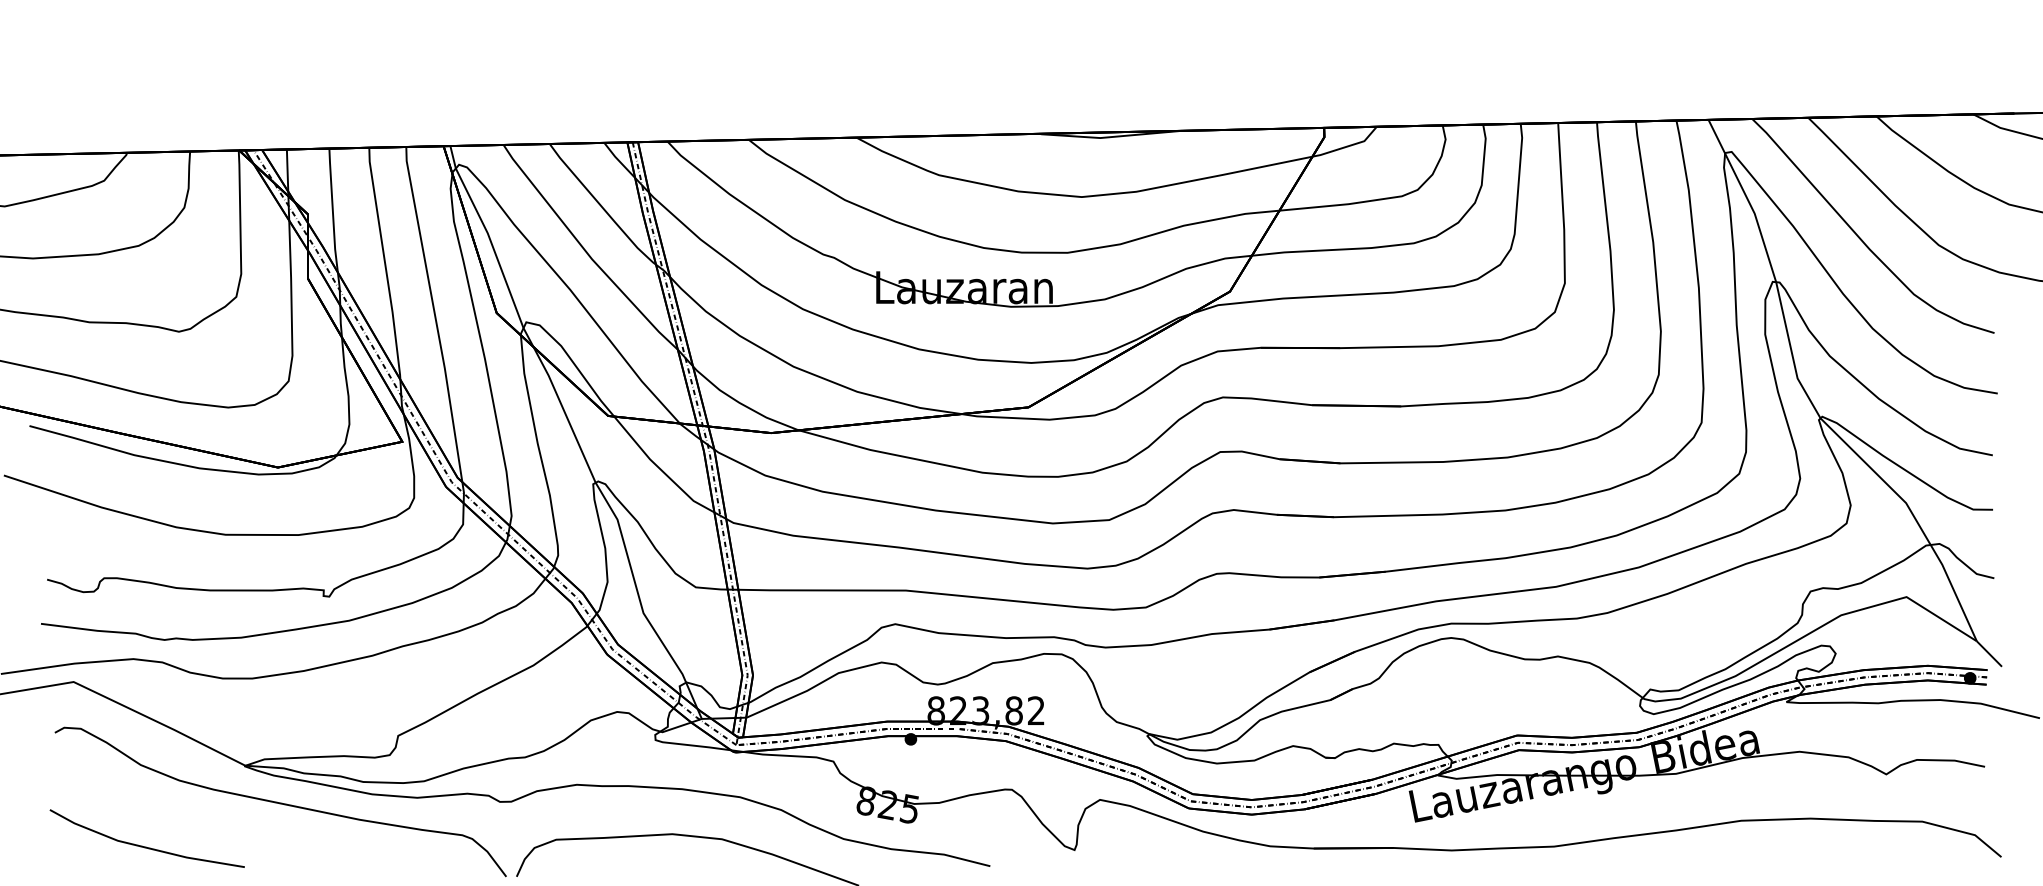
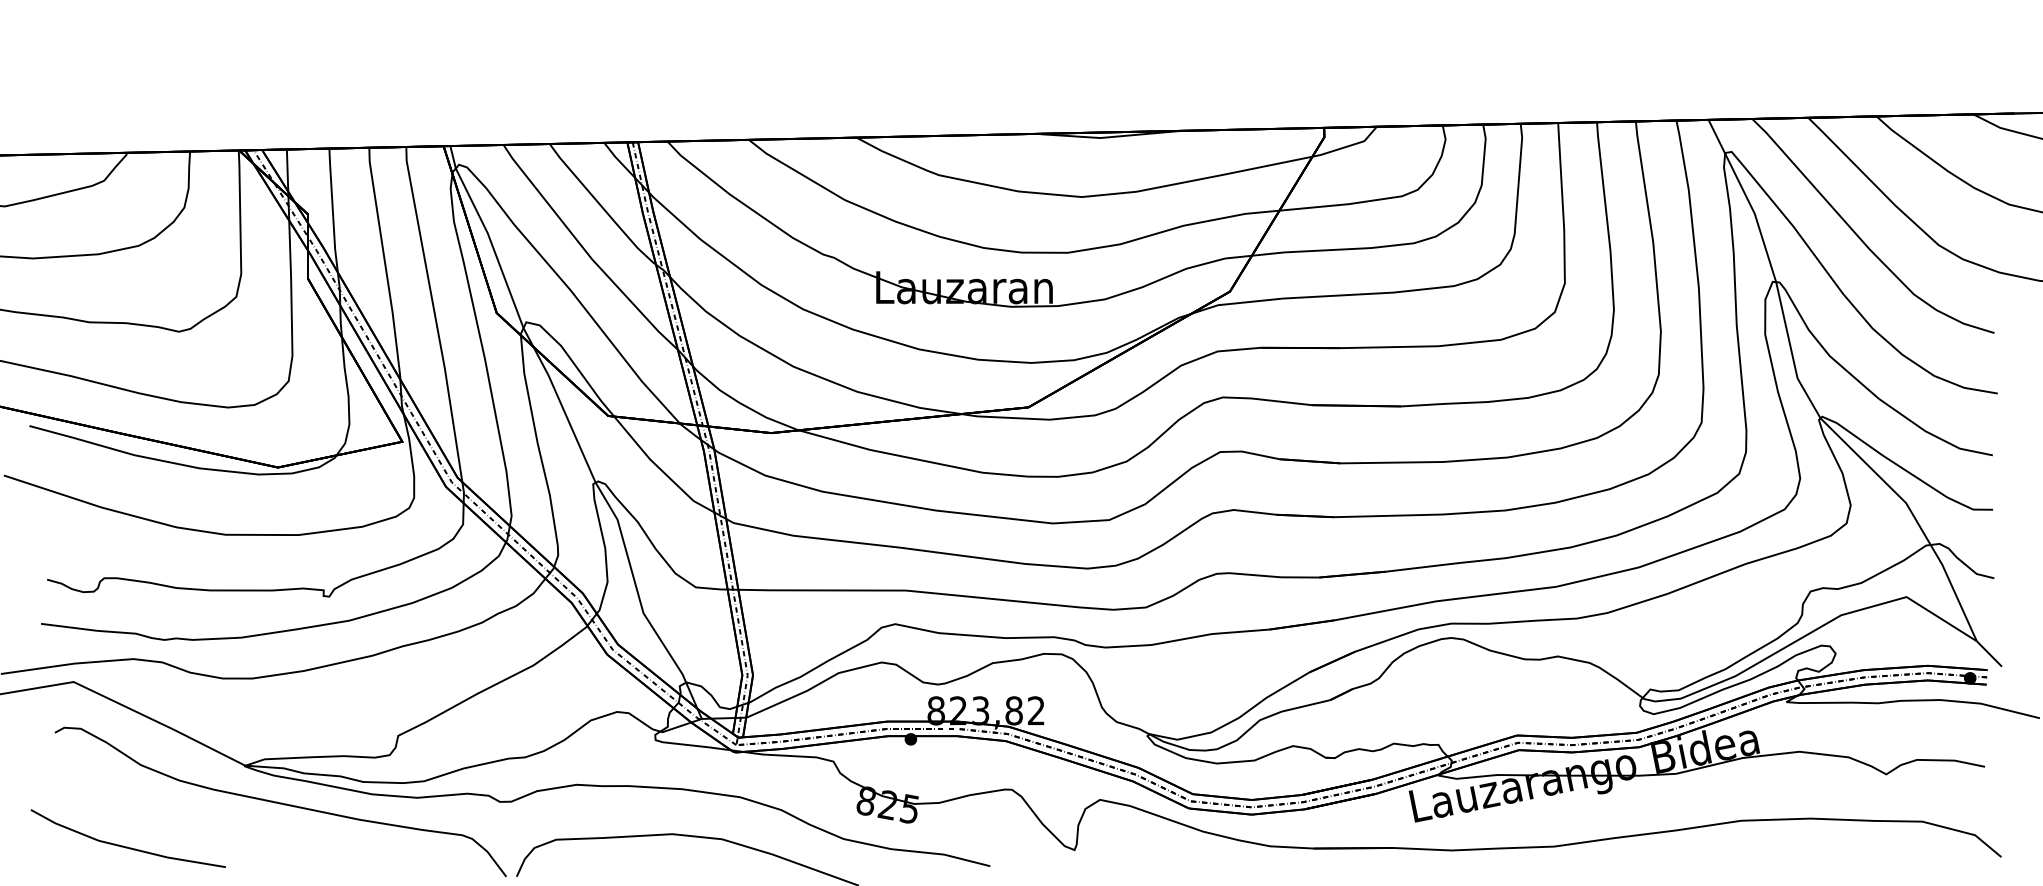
line at (146, 846) position: (146, 846) -> (127, 846)
